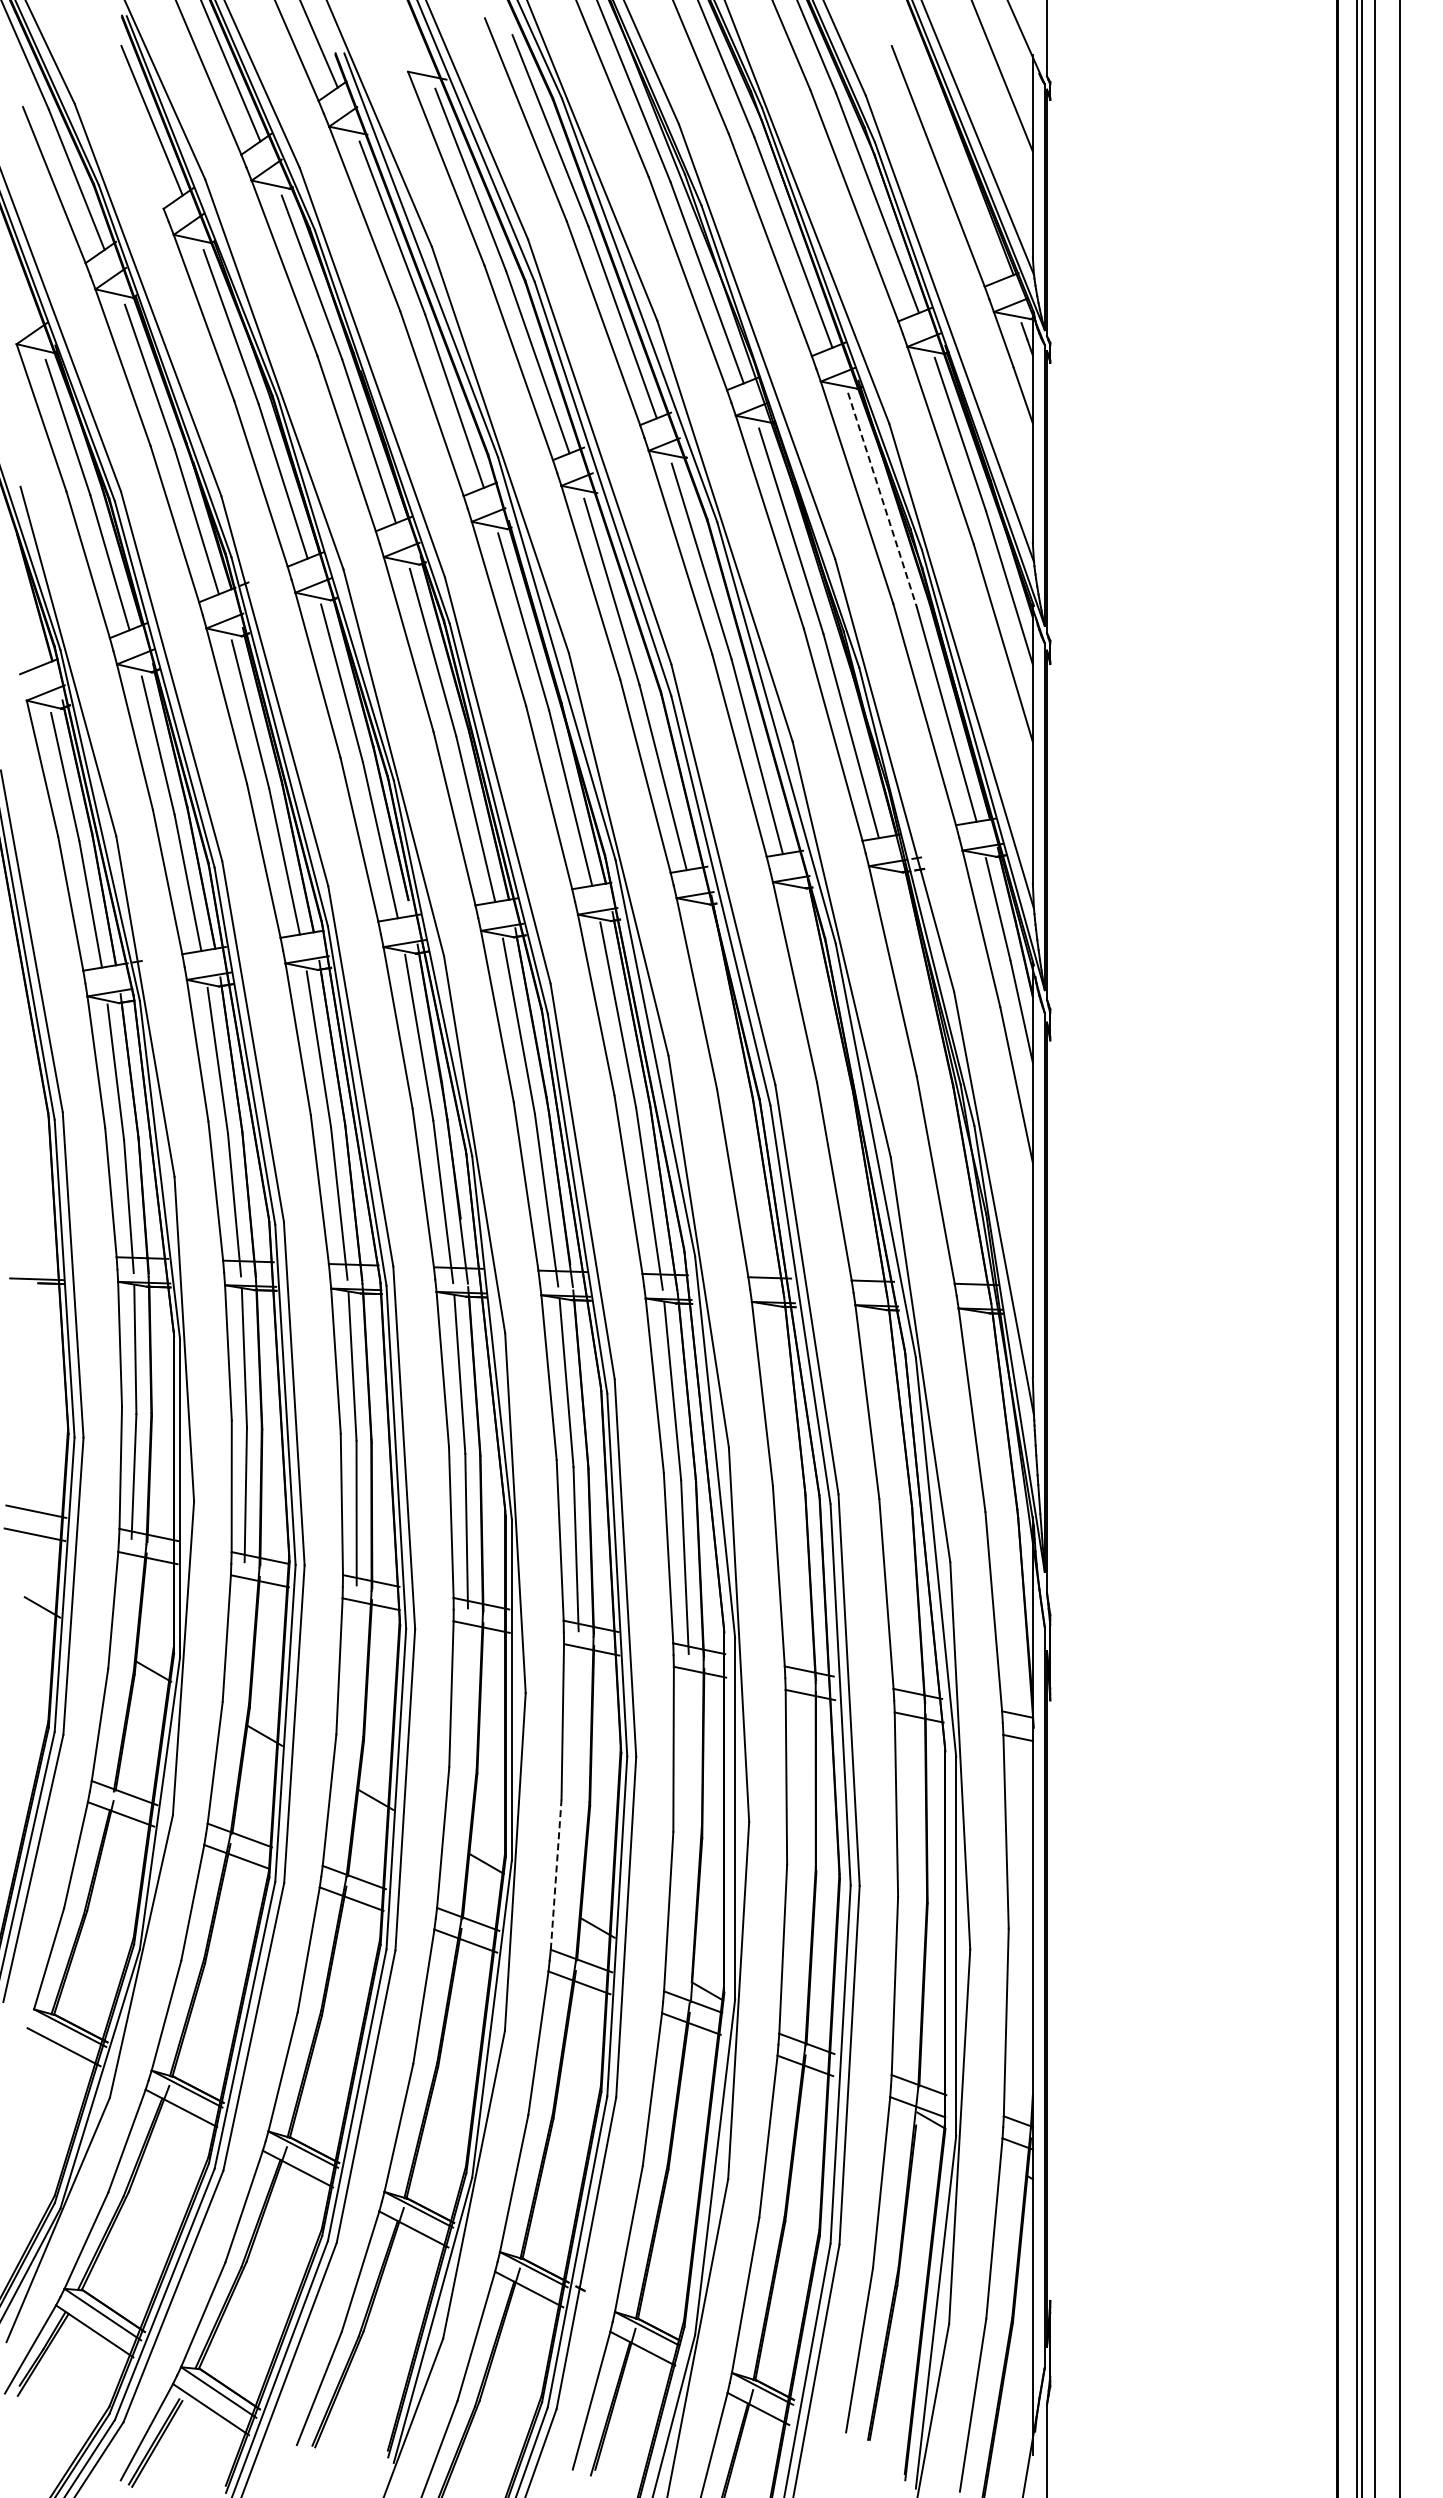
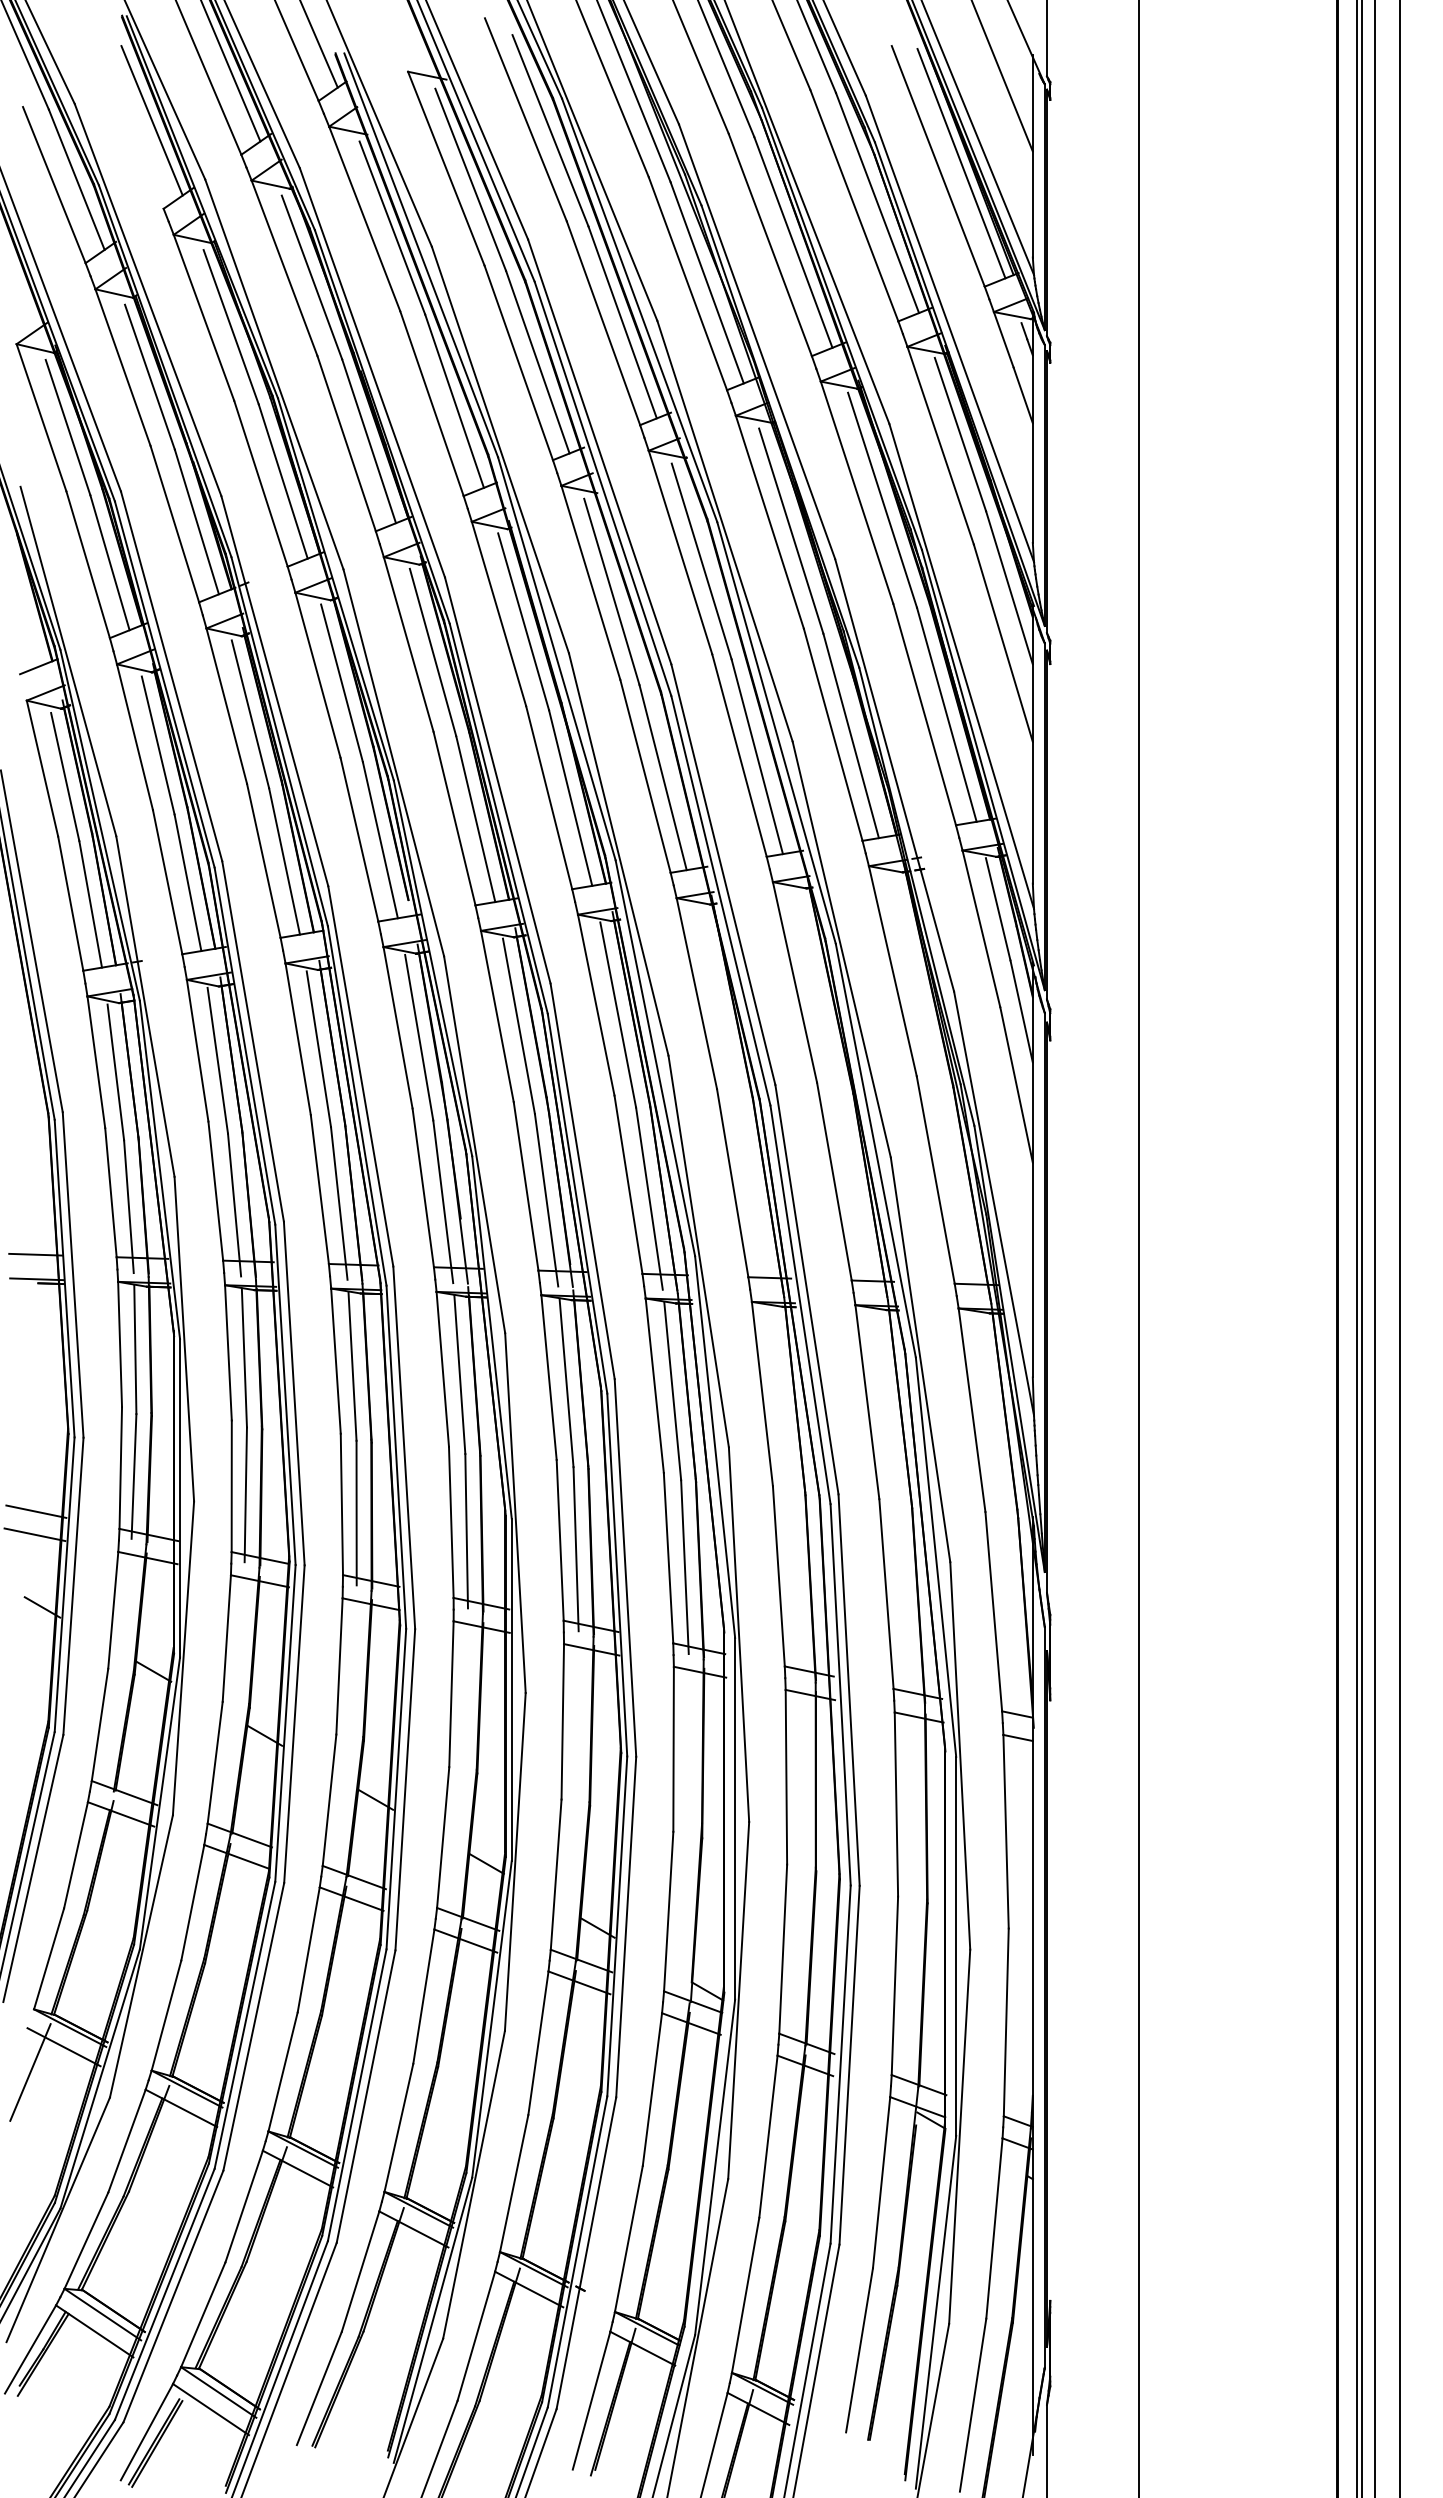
line at (961, 163): none -> present
line at (882, 500): dashed -> solid
line at (1138, 1248): none -> present
line at (35, 1254): none -> present
line at (556, 1874): dashed -> solid
line at (30, 2072): none -> present
